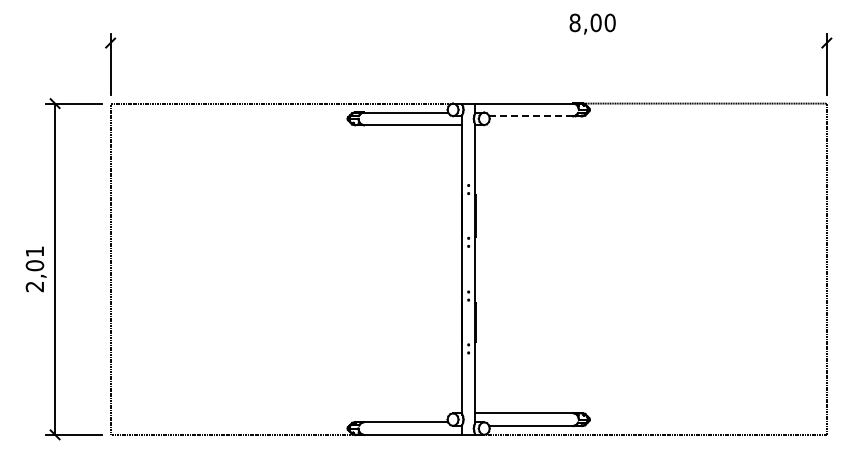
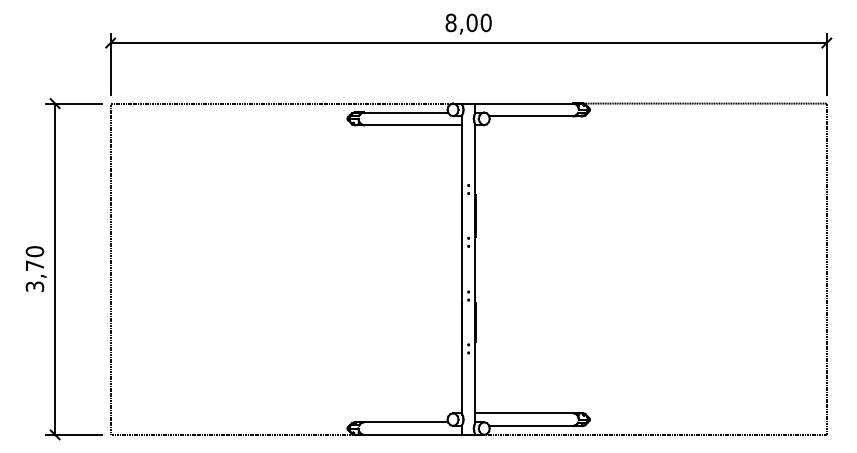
text at (592, 23) position: (592, 23) -> (468, 23)
line at (468, 43): none -> present
line at (535, 116): dashed -> solid
text at (34, 269): 2,01 -> 3,70
